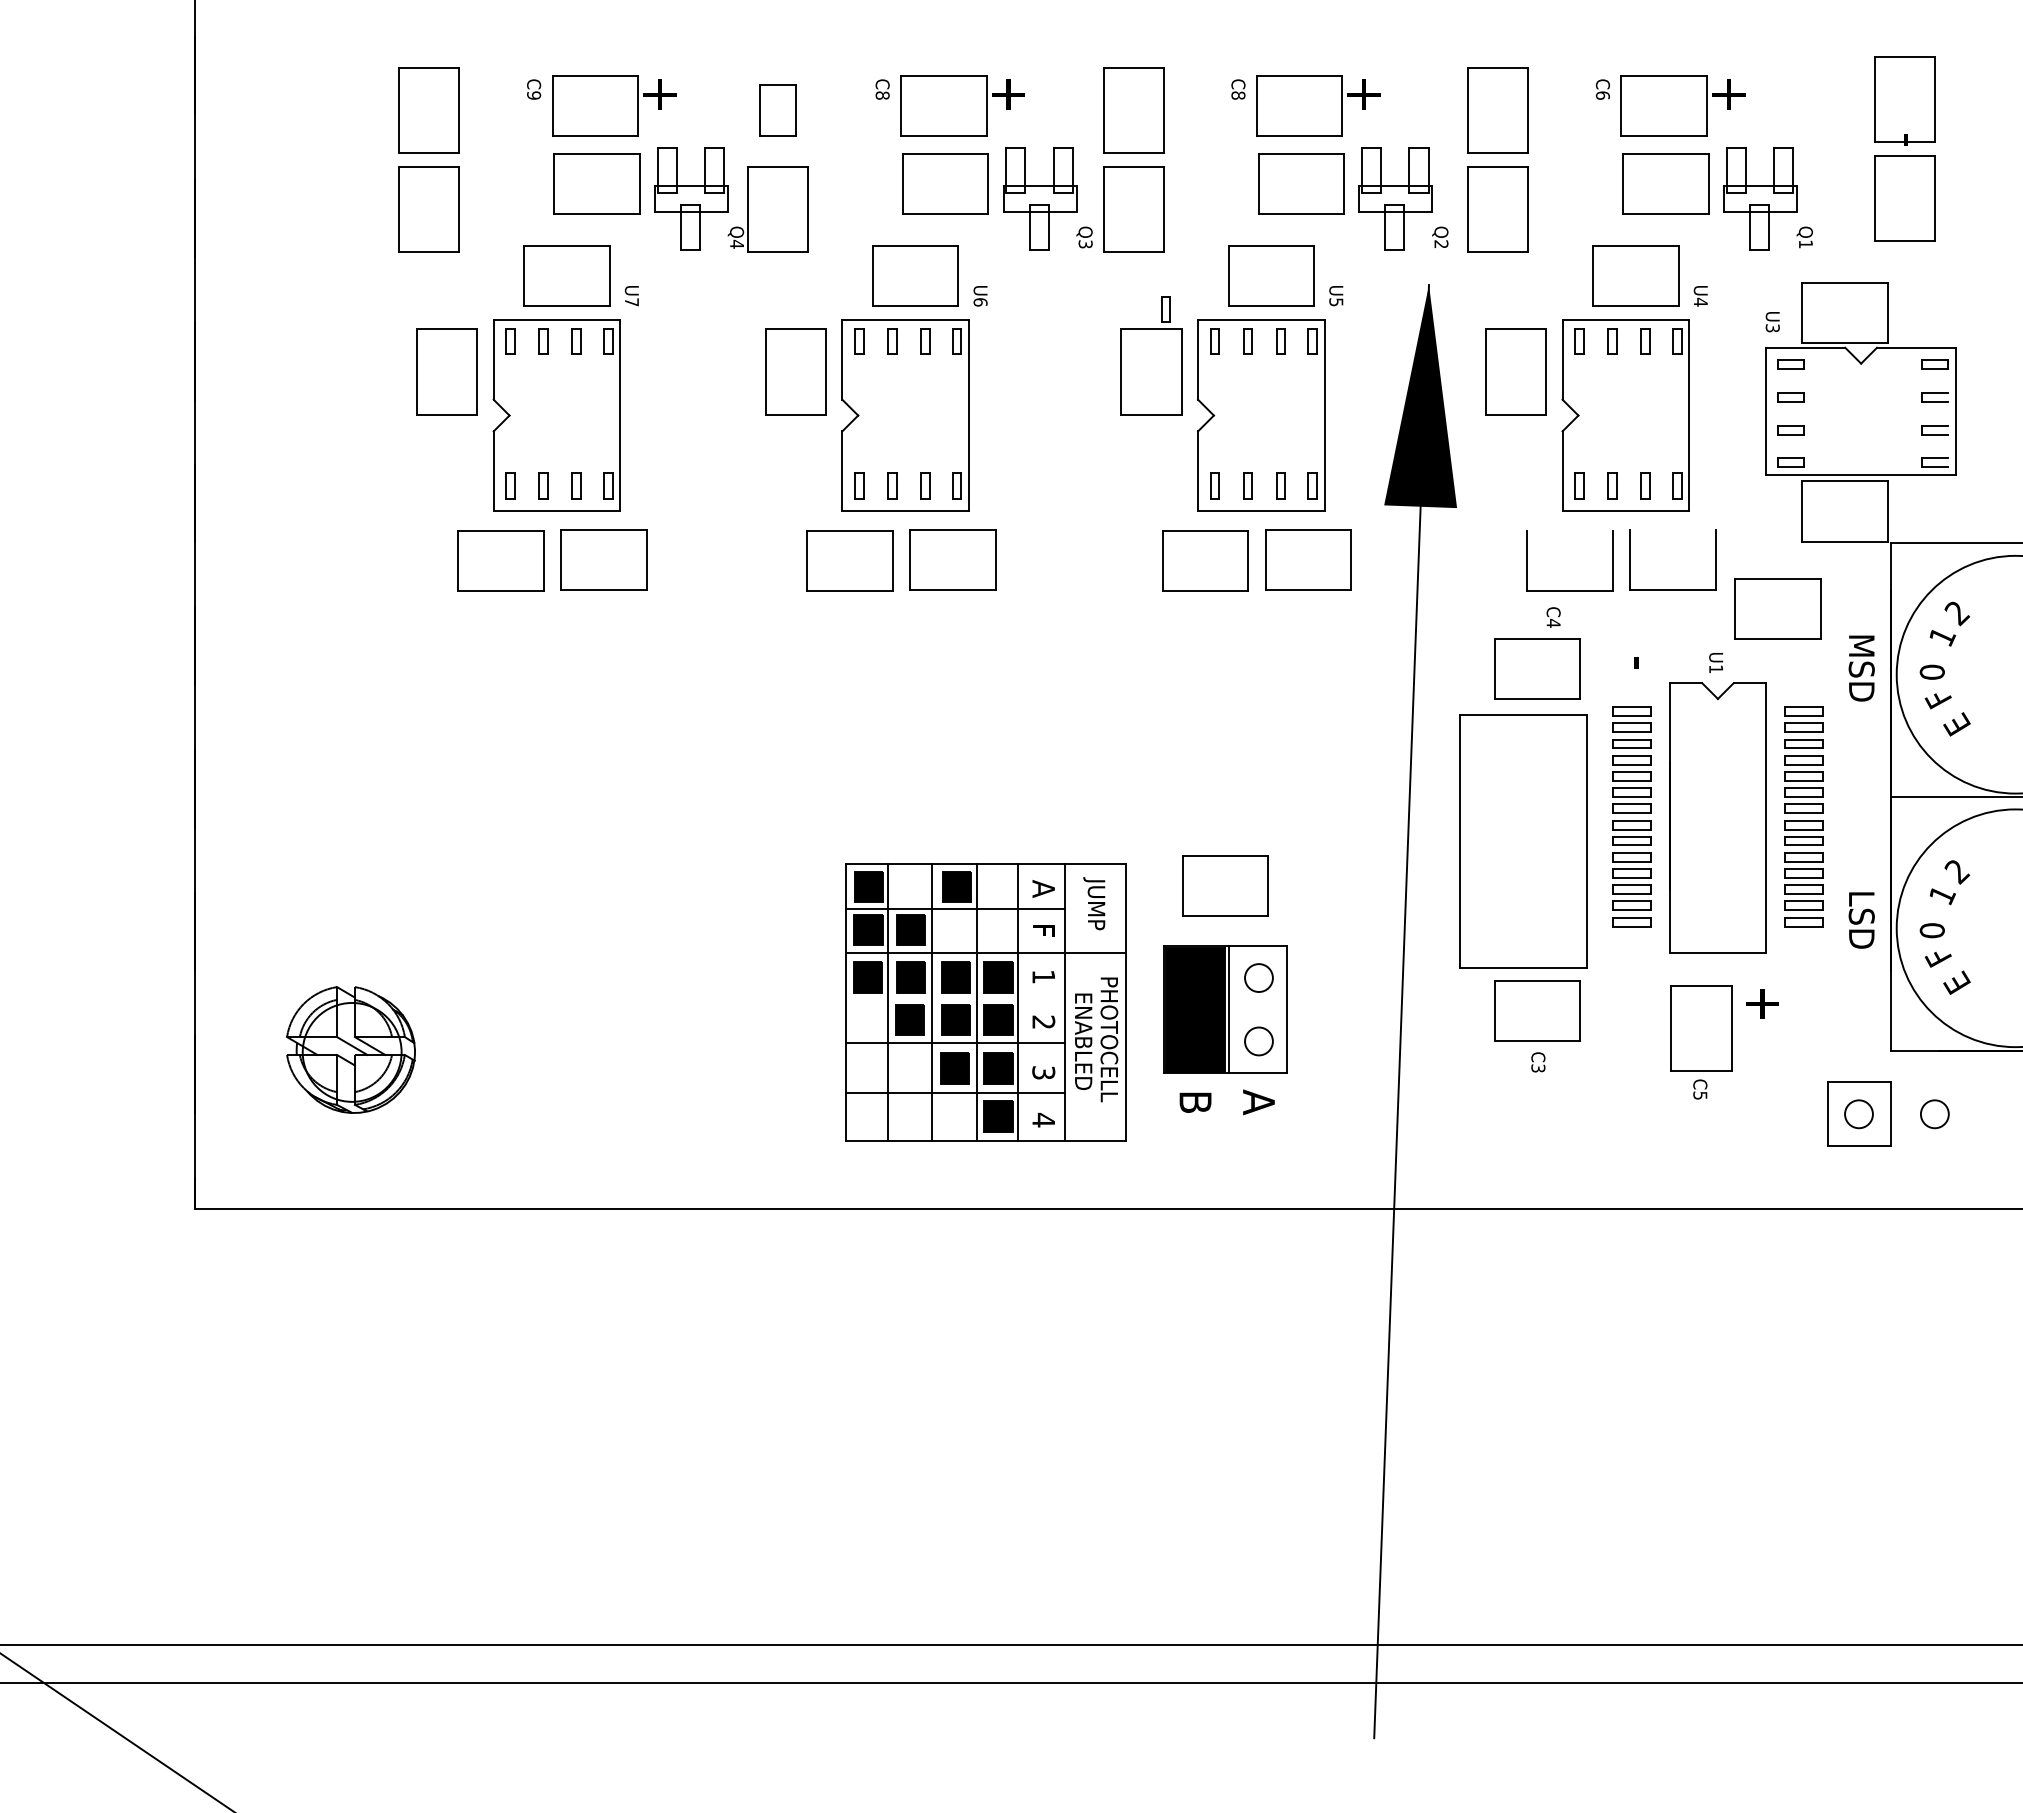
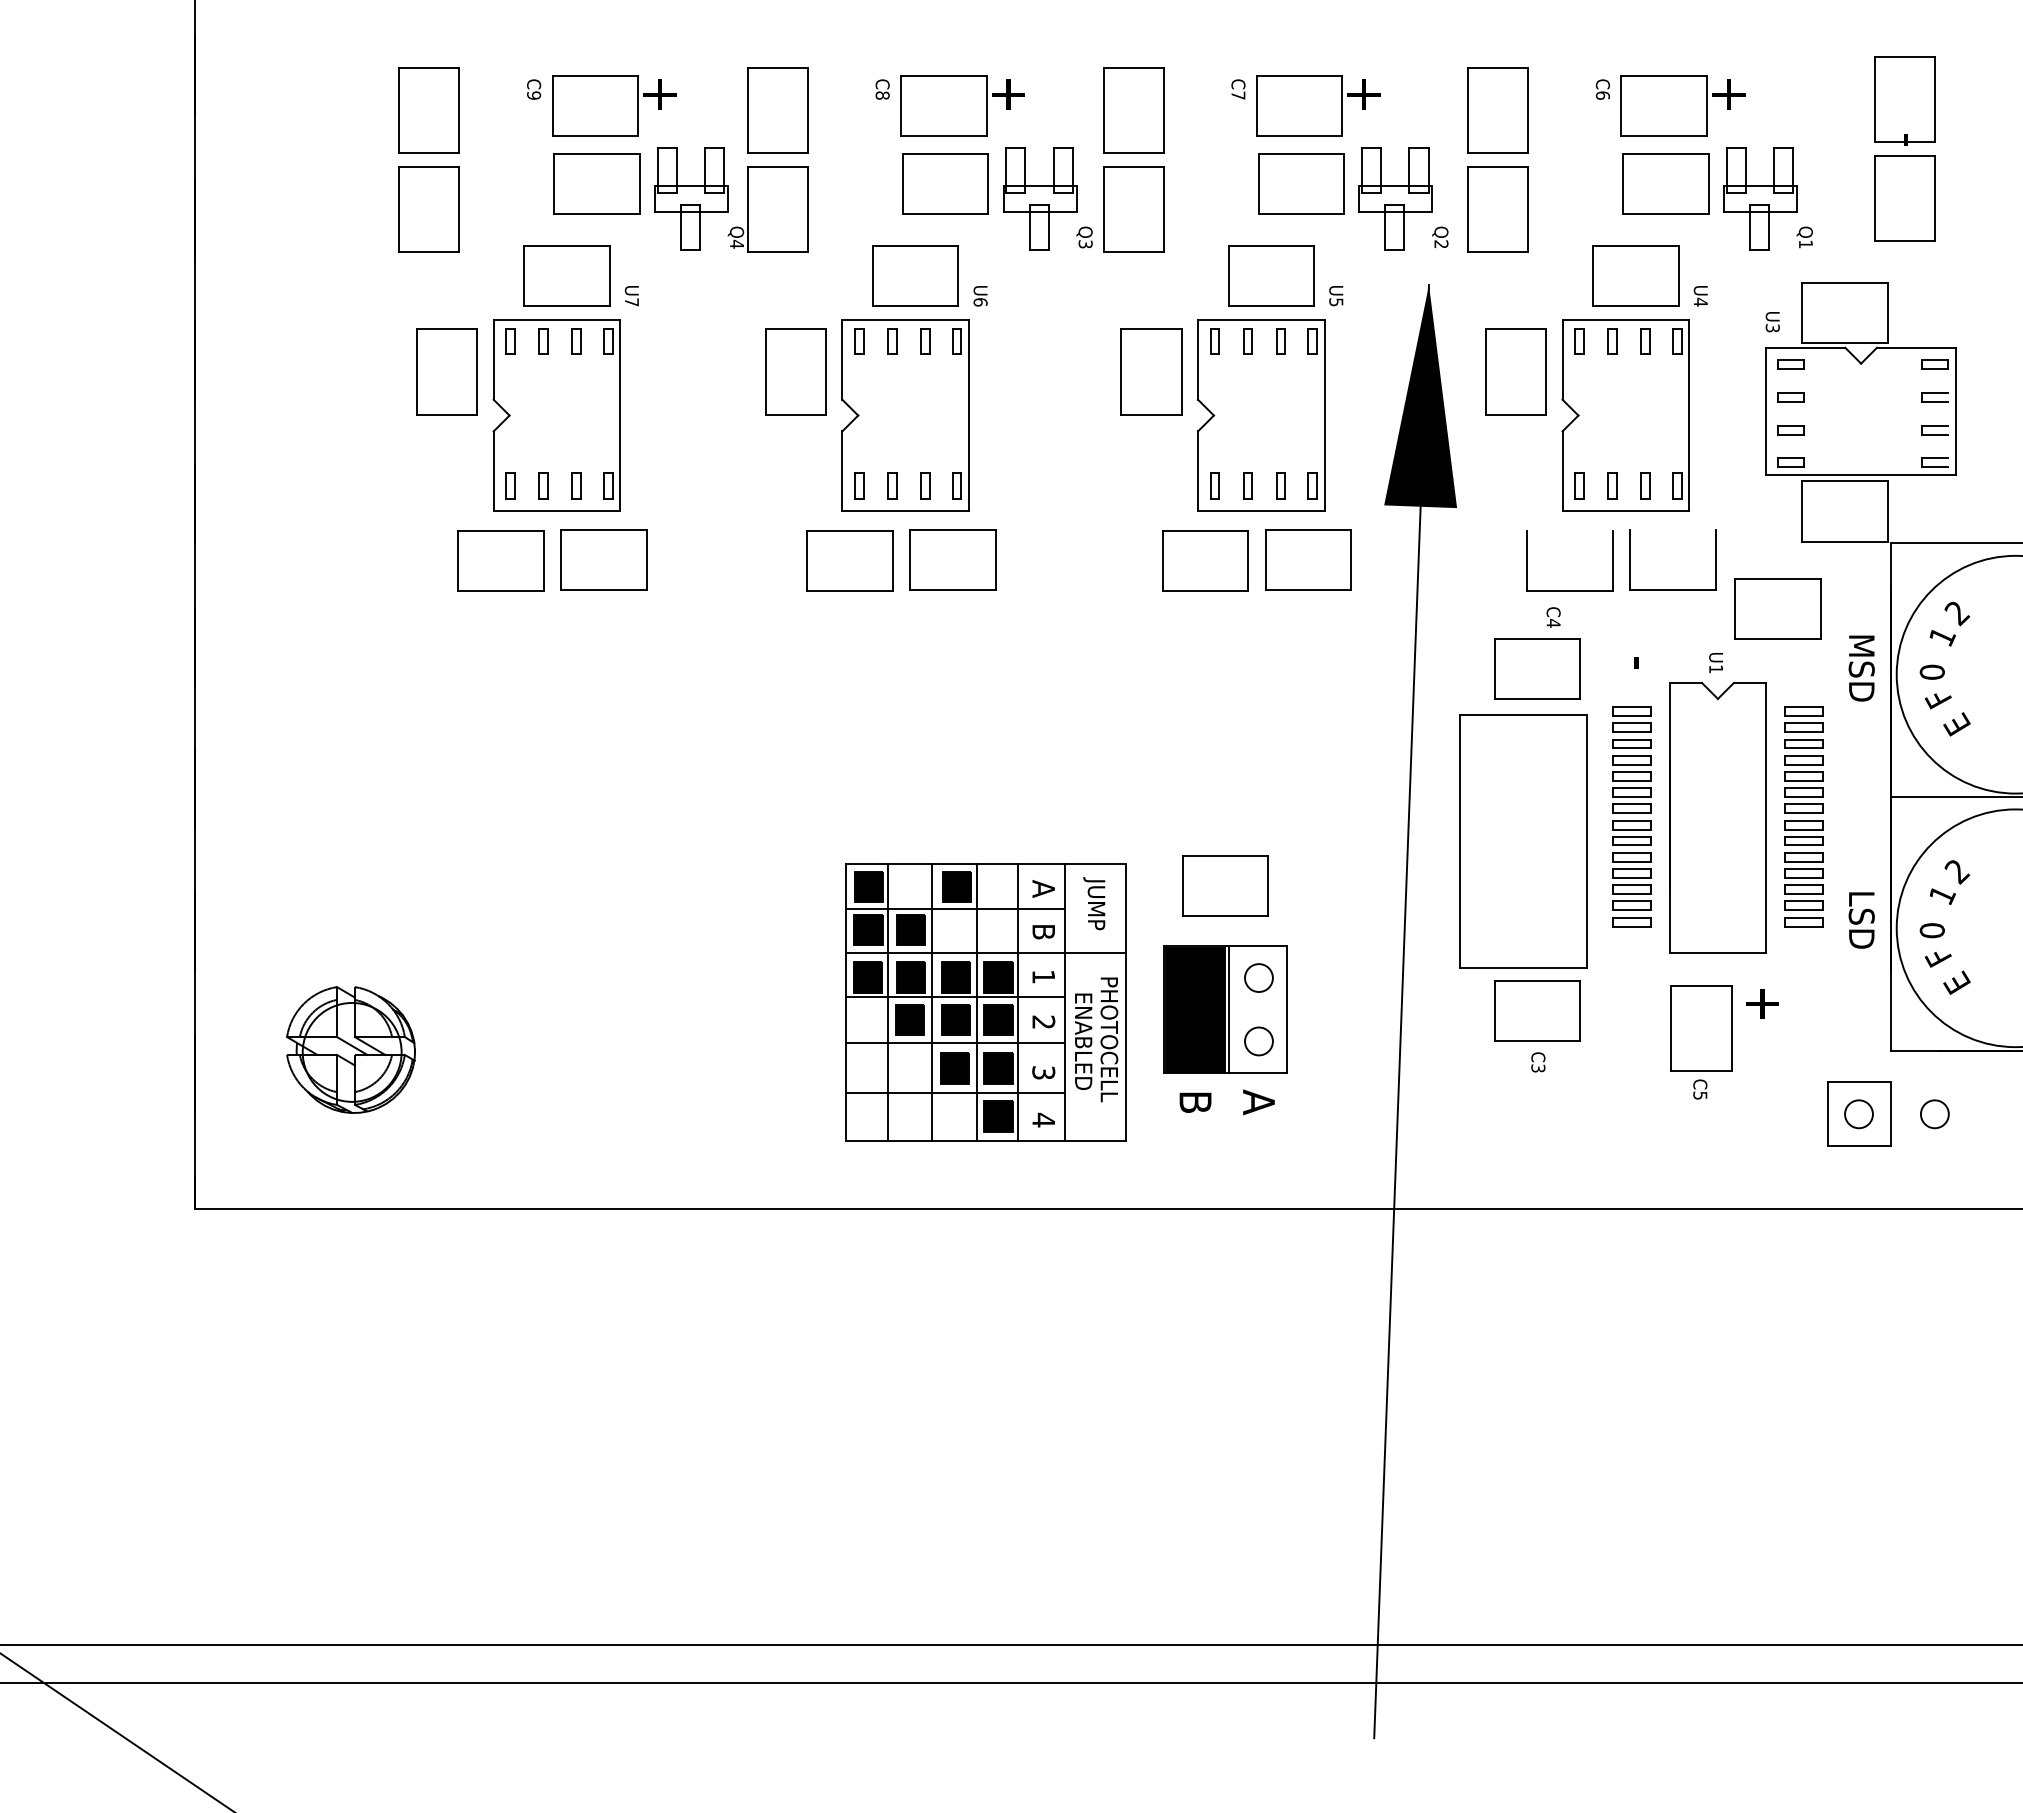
text at (1238, 95): C8 -> C7
part at (777, 110) size: 38x53 px -> 62x87 px
part at (1165, 309): present -> none
text at (1043, 932): F -> B
line at (955, 997): none -> present
